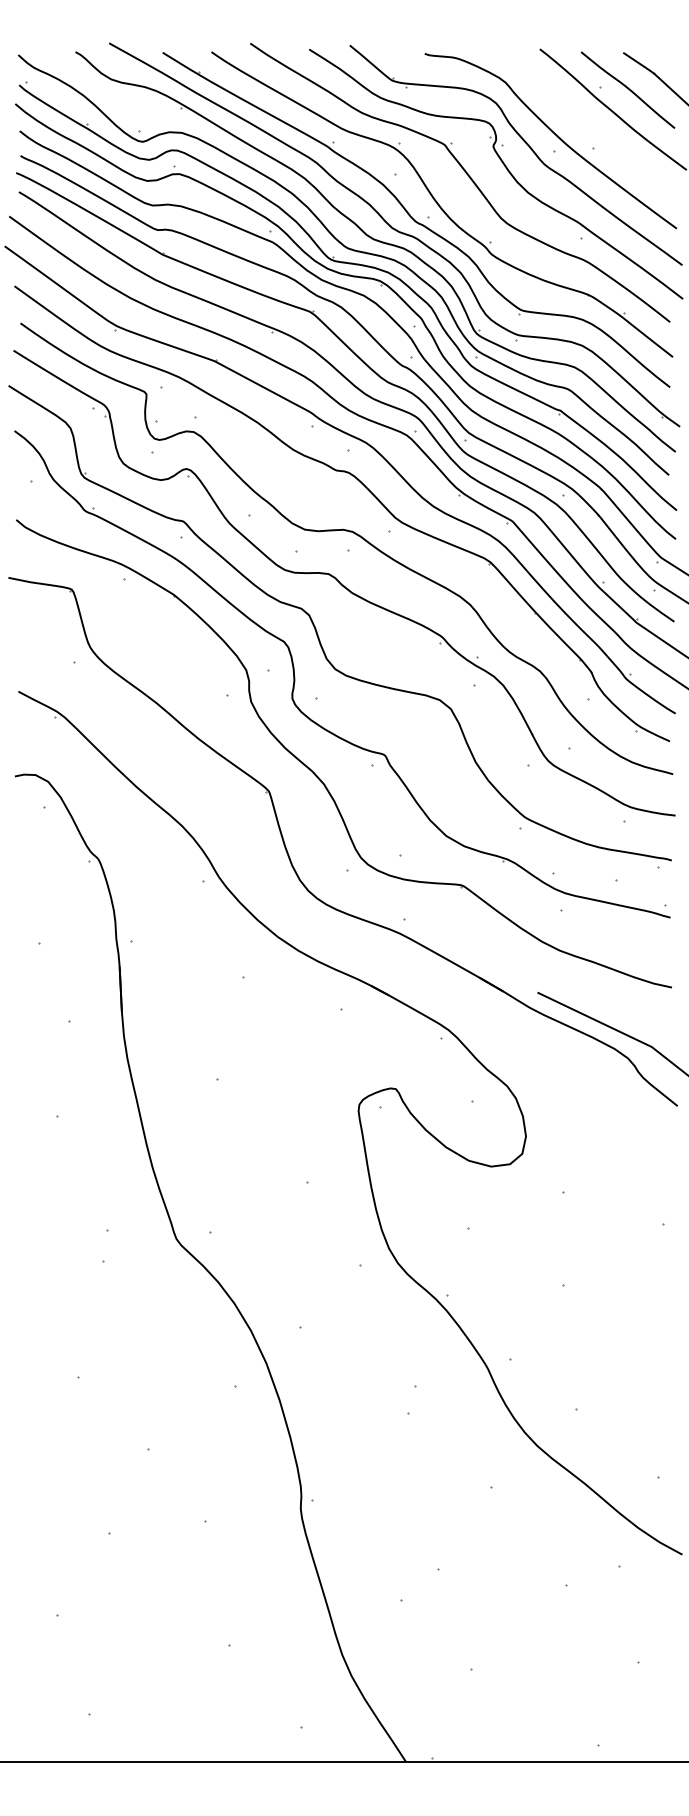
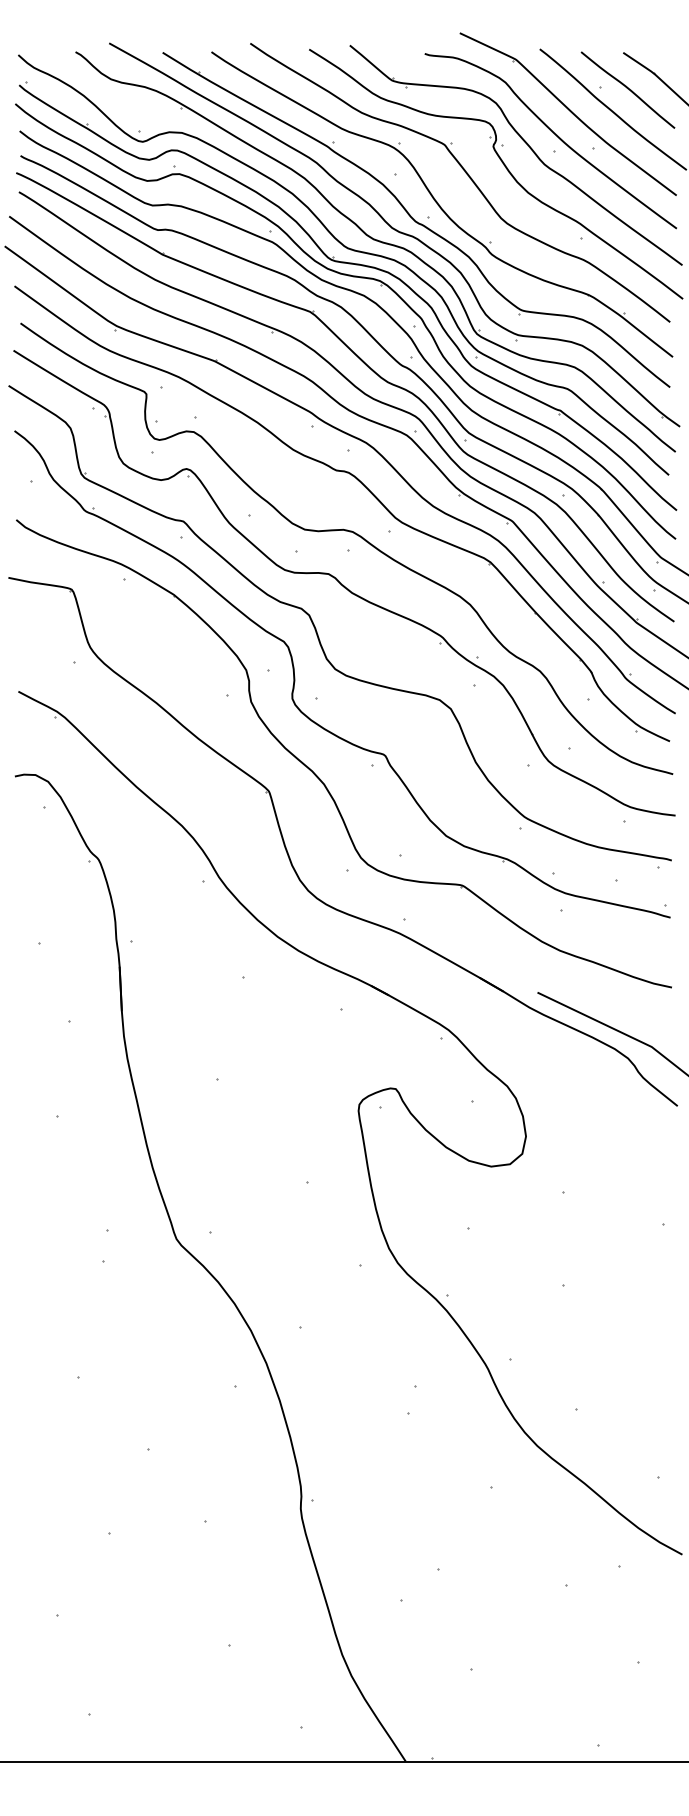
part at (567, 113): none -> present
